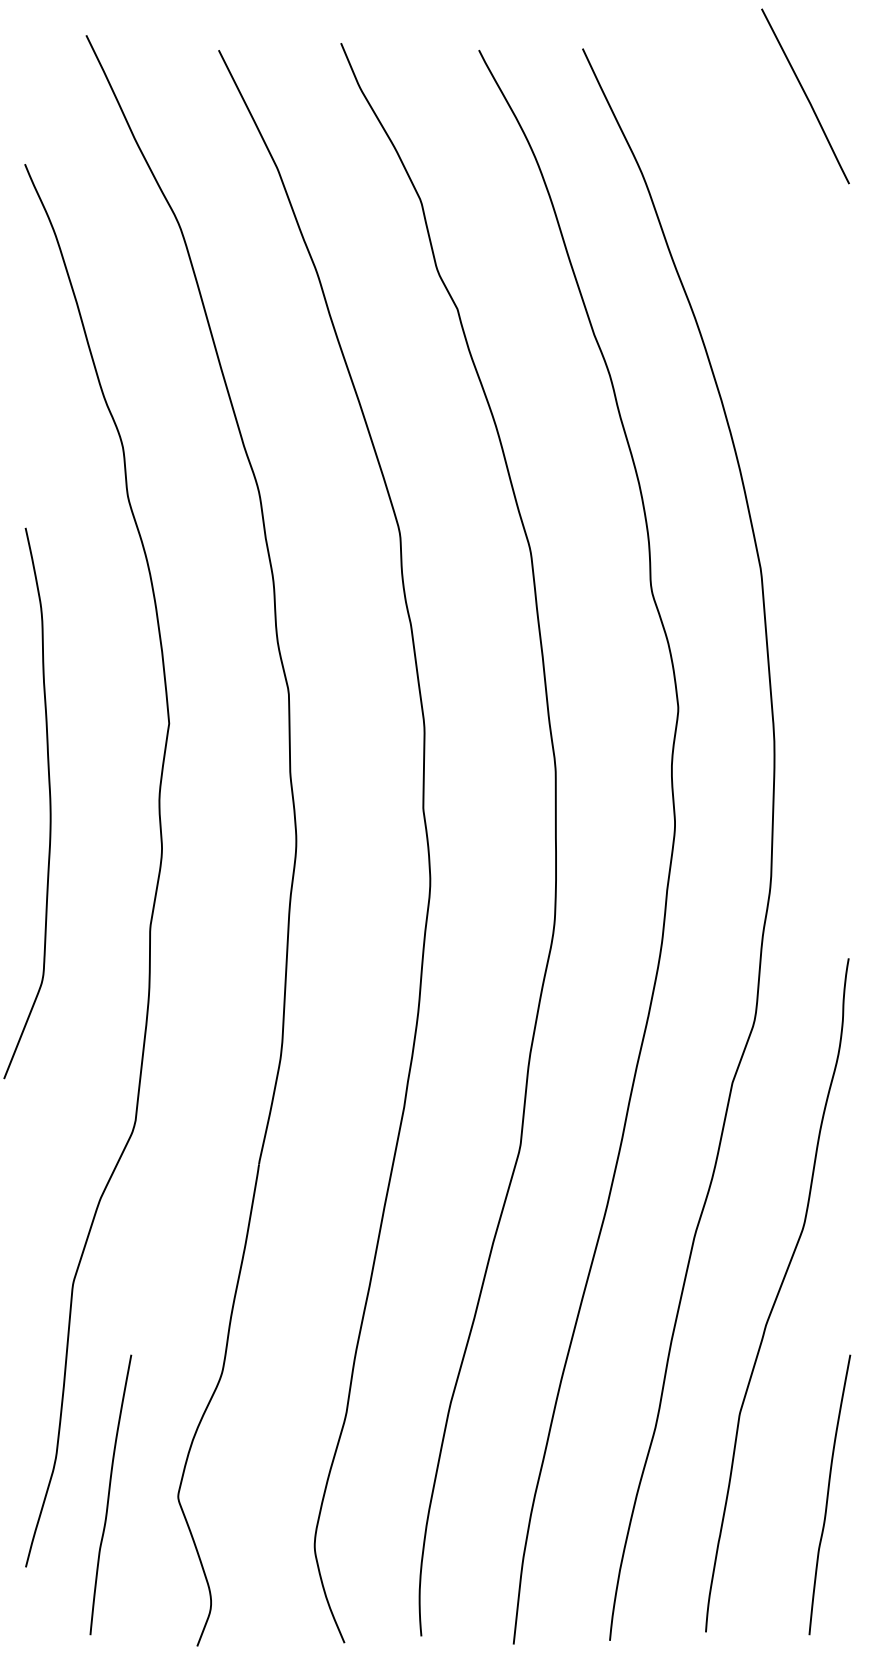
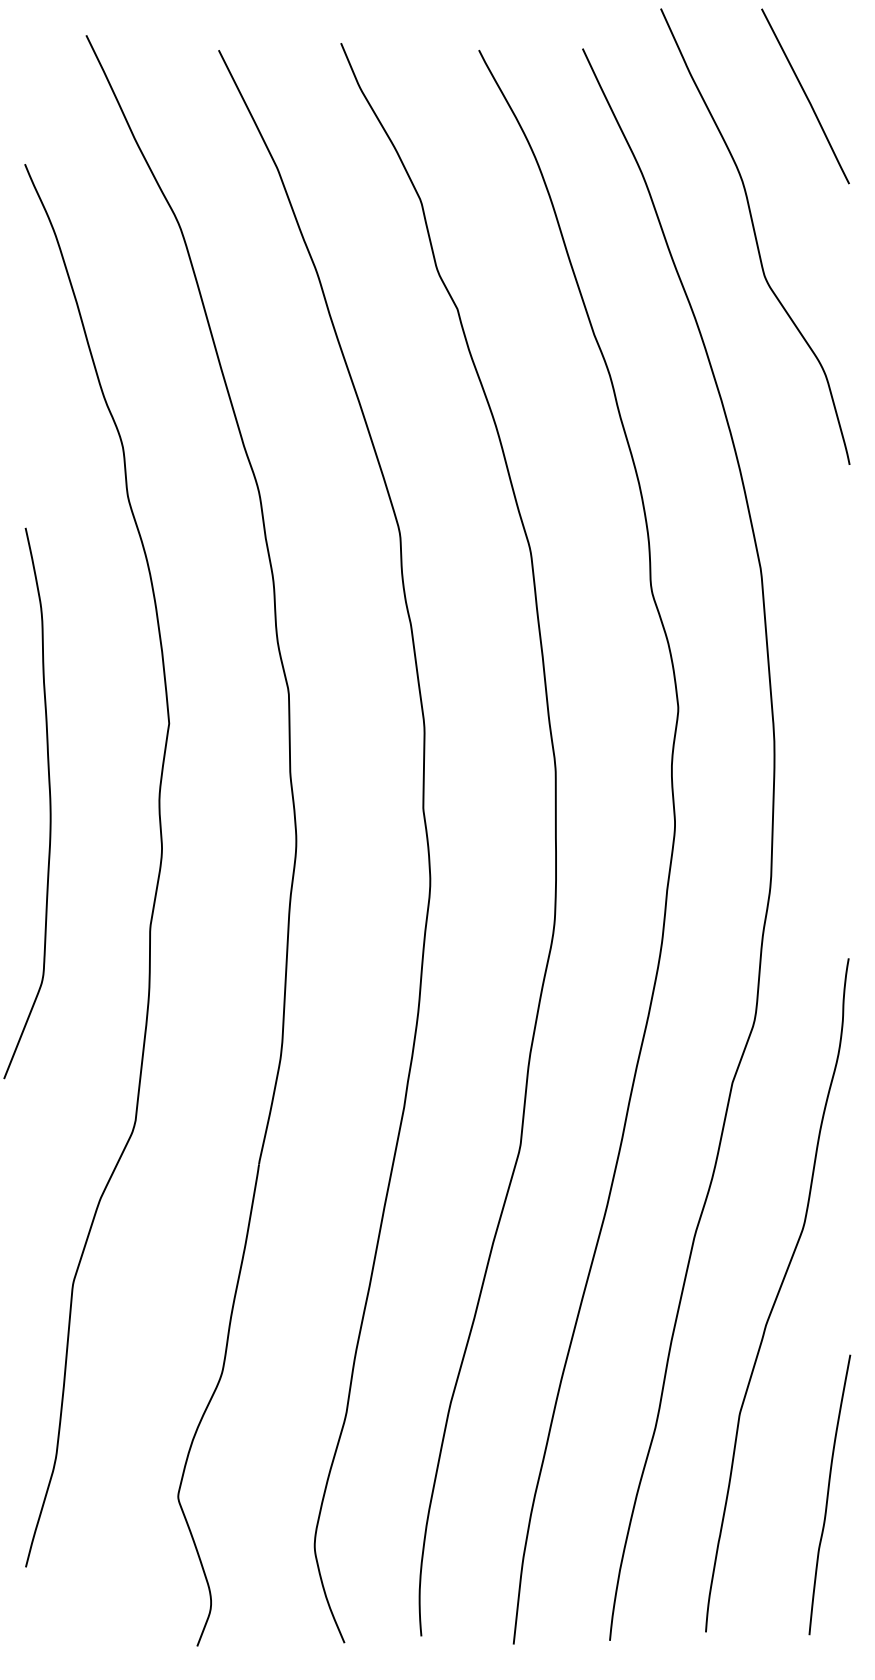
curve at (755, 236): none -> present
curve at (109, 1494): present -> none
